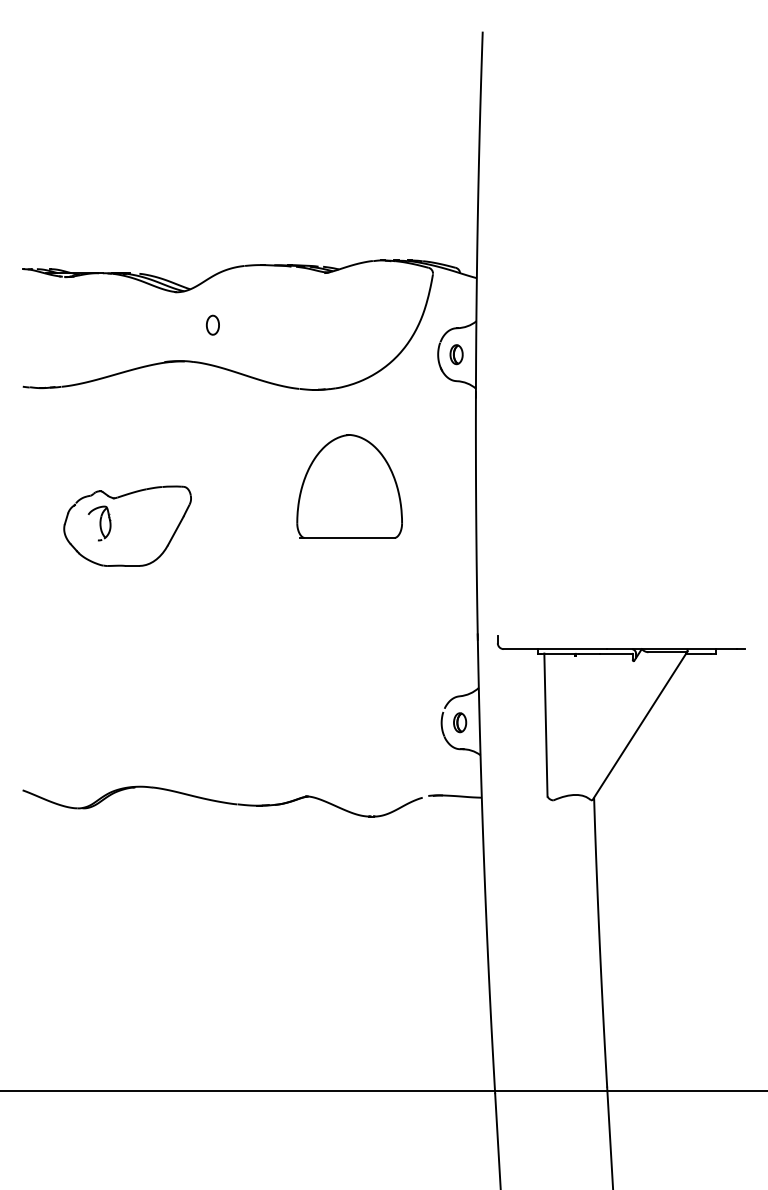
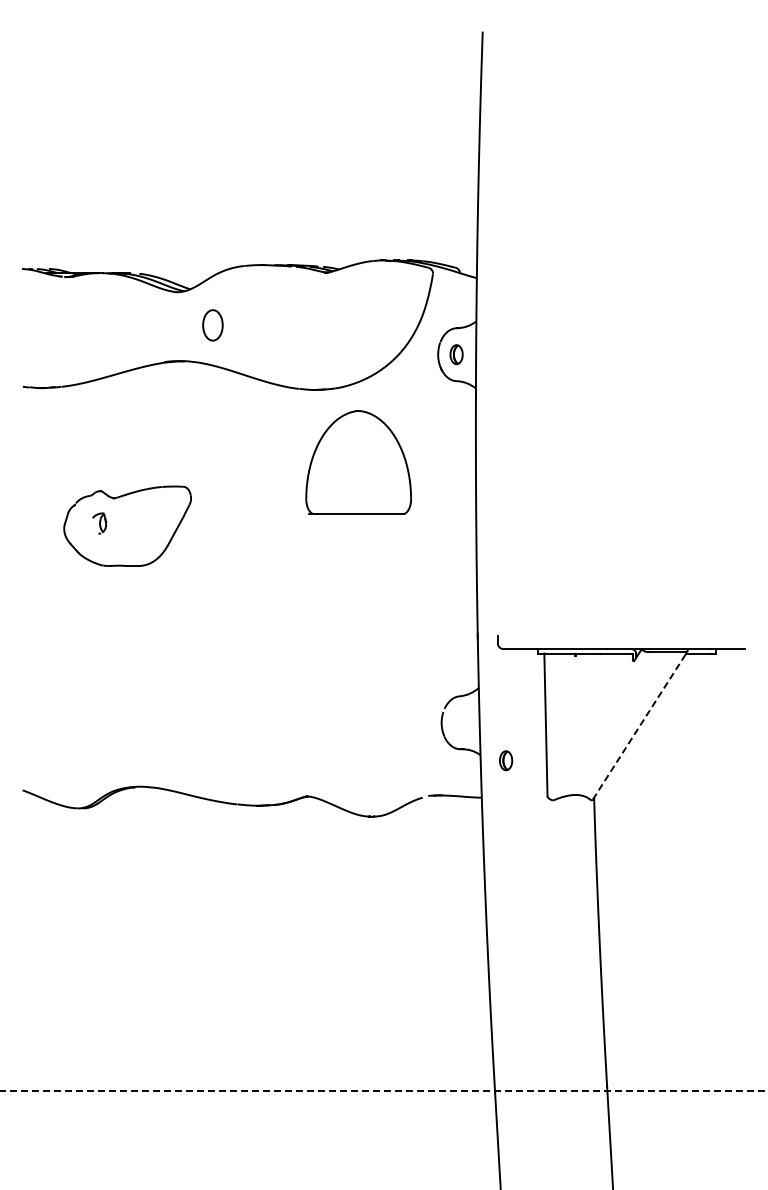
part at (212, 324) size: 14x22 px -> 22x33 px
part at (349, 486) position: (349, 486) -> (358, 462)
part at (99, 523) size: 25x37 px -> 16x23 px
part at (460, 722) position: (460, 722) -> (506, 760)
line at (640, 725): solid -> dashed
line at (384, 1091): solid -> dashed
